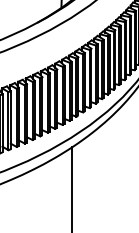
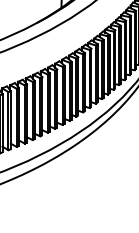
line at (71, 188): present -> none
